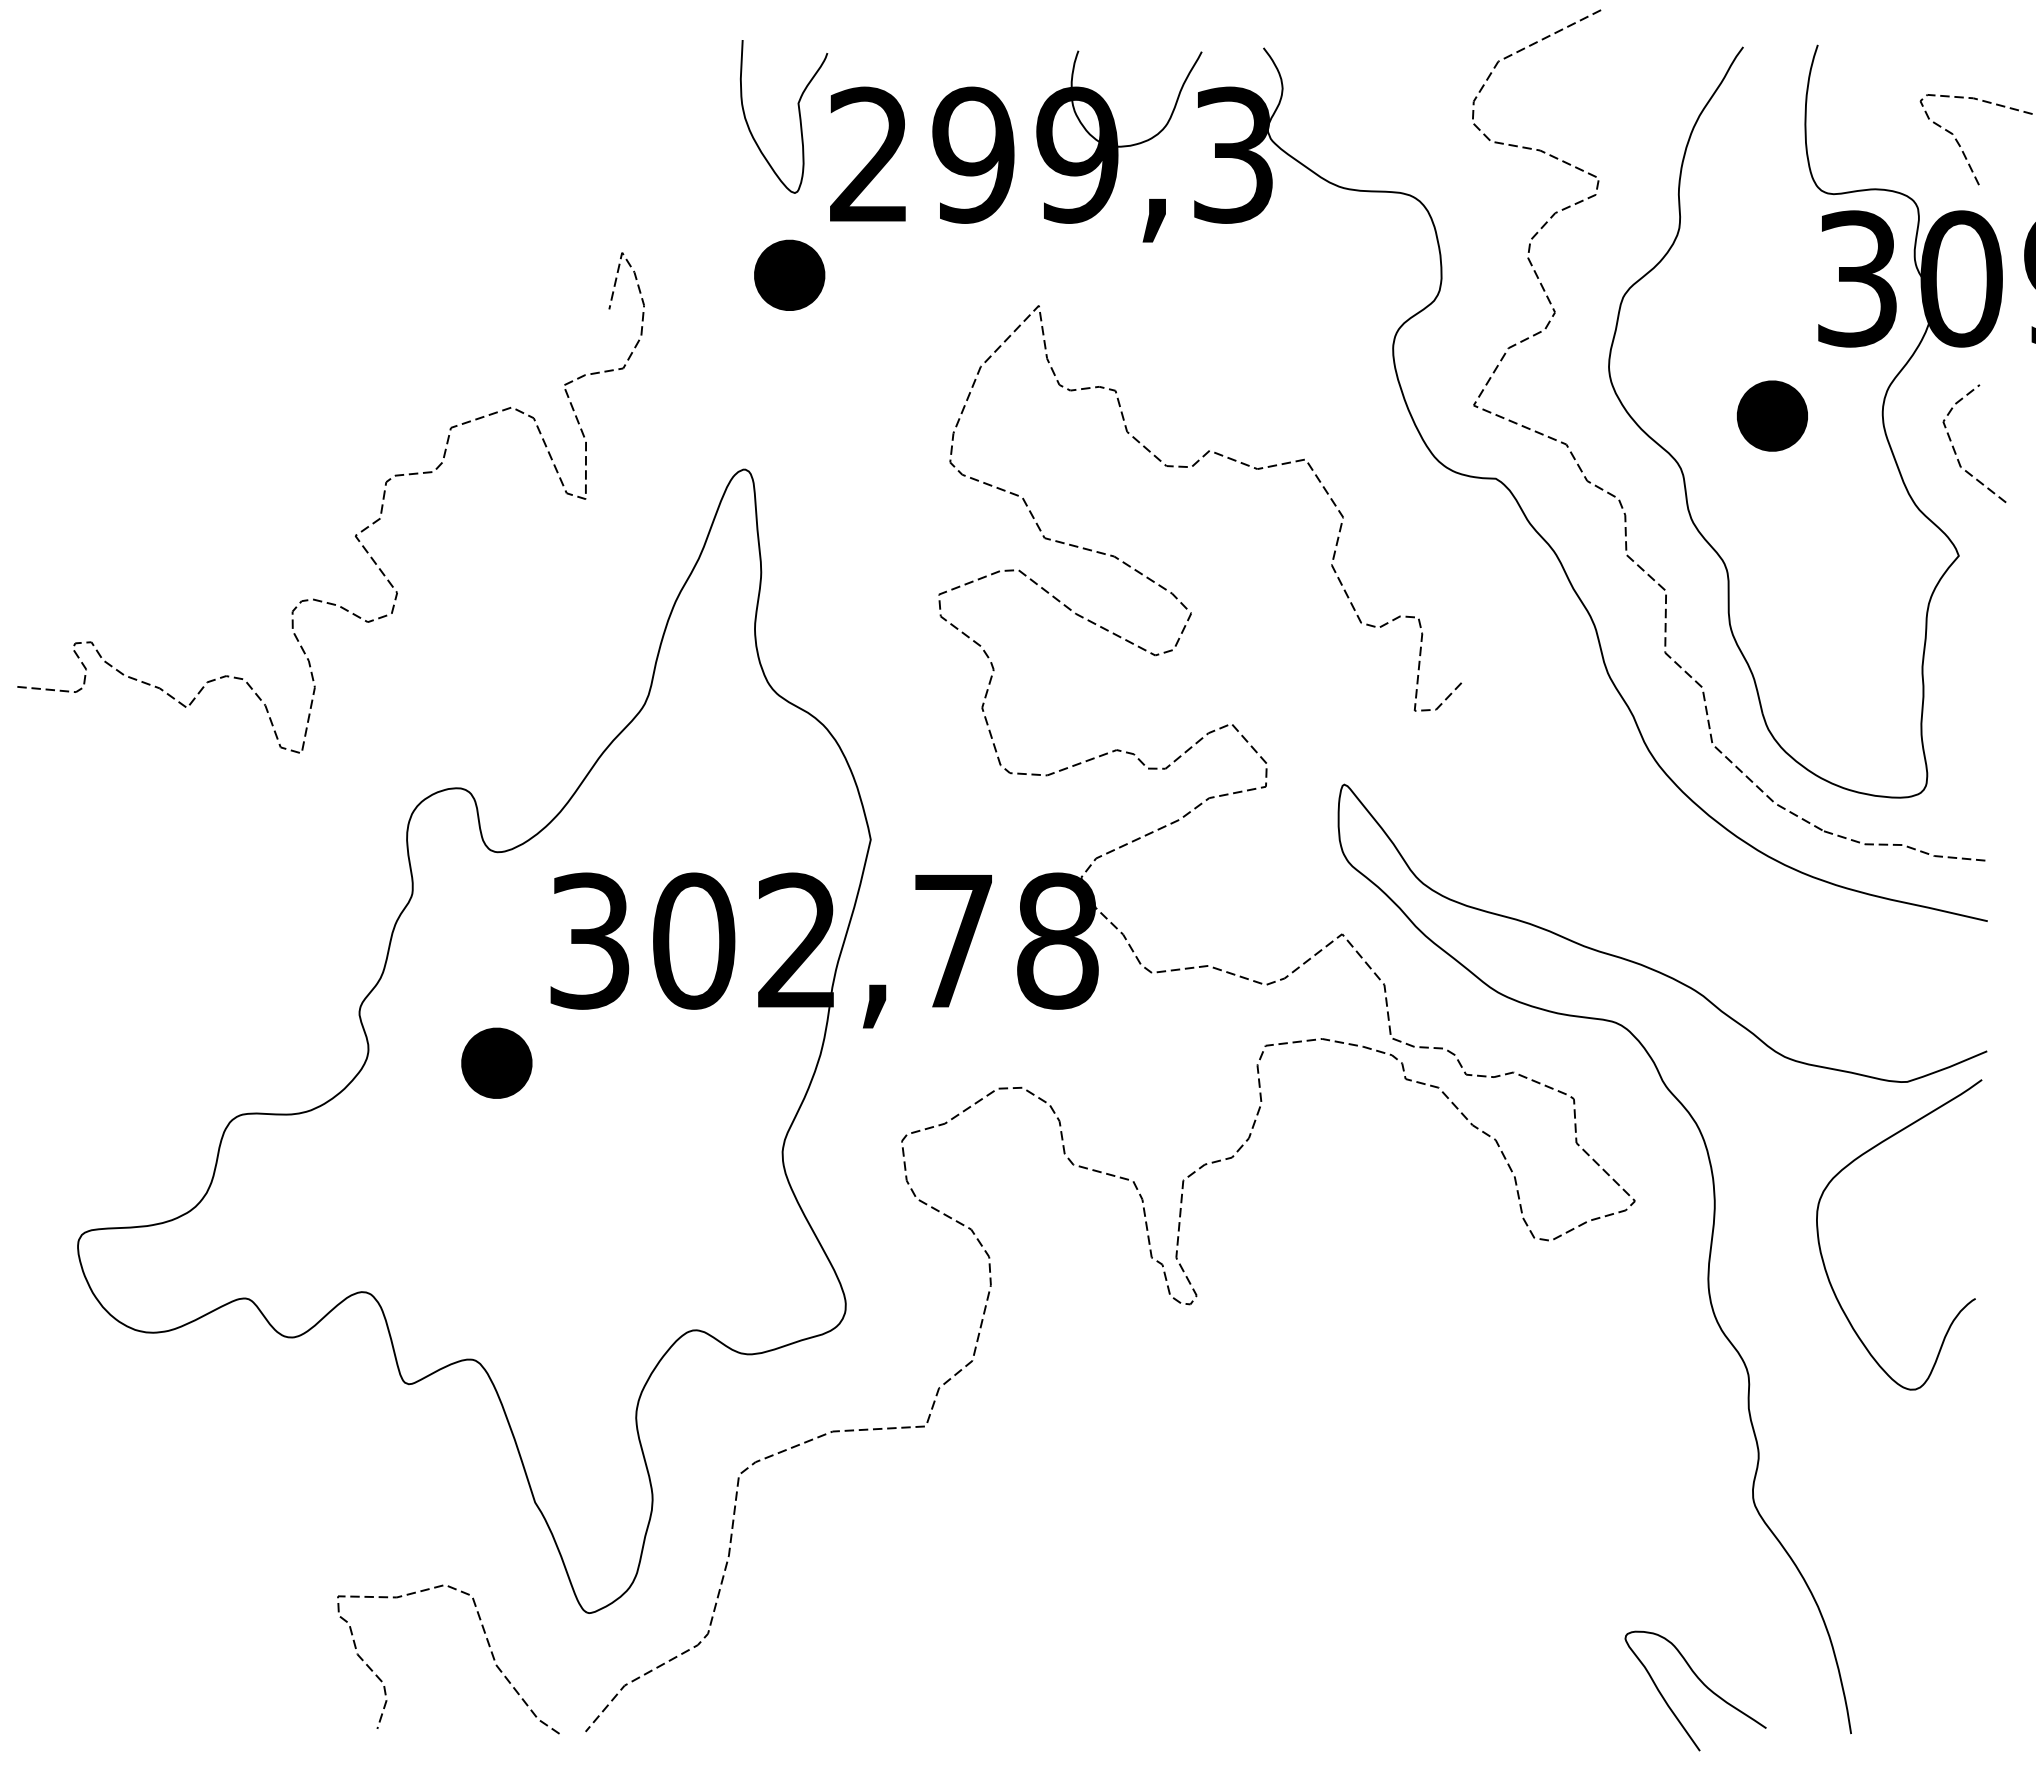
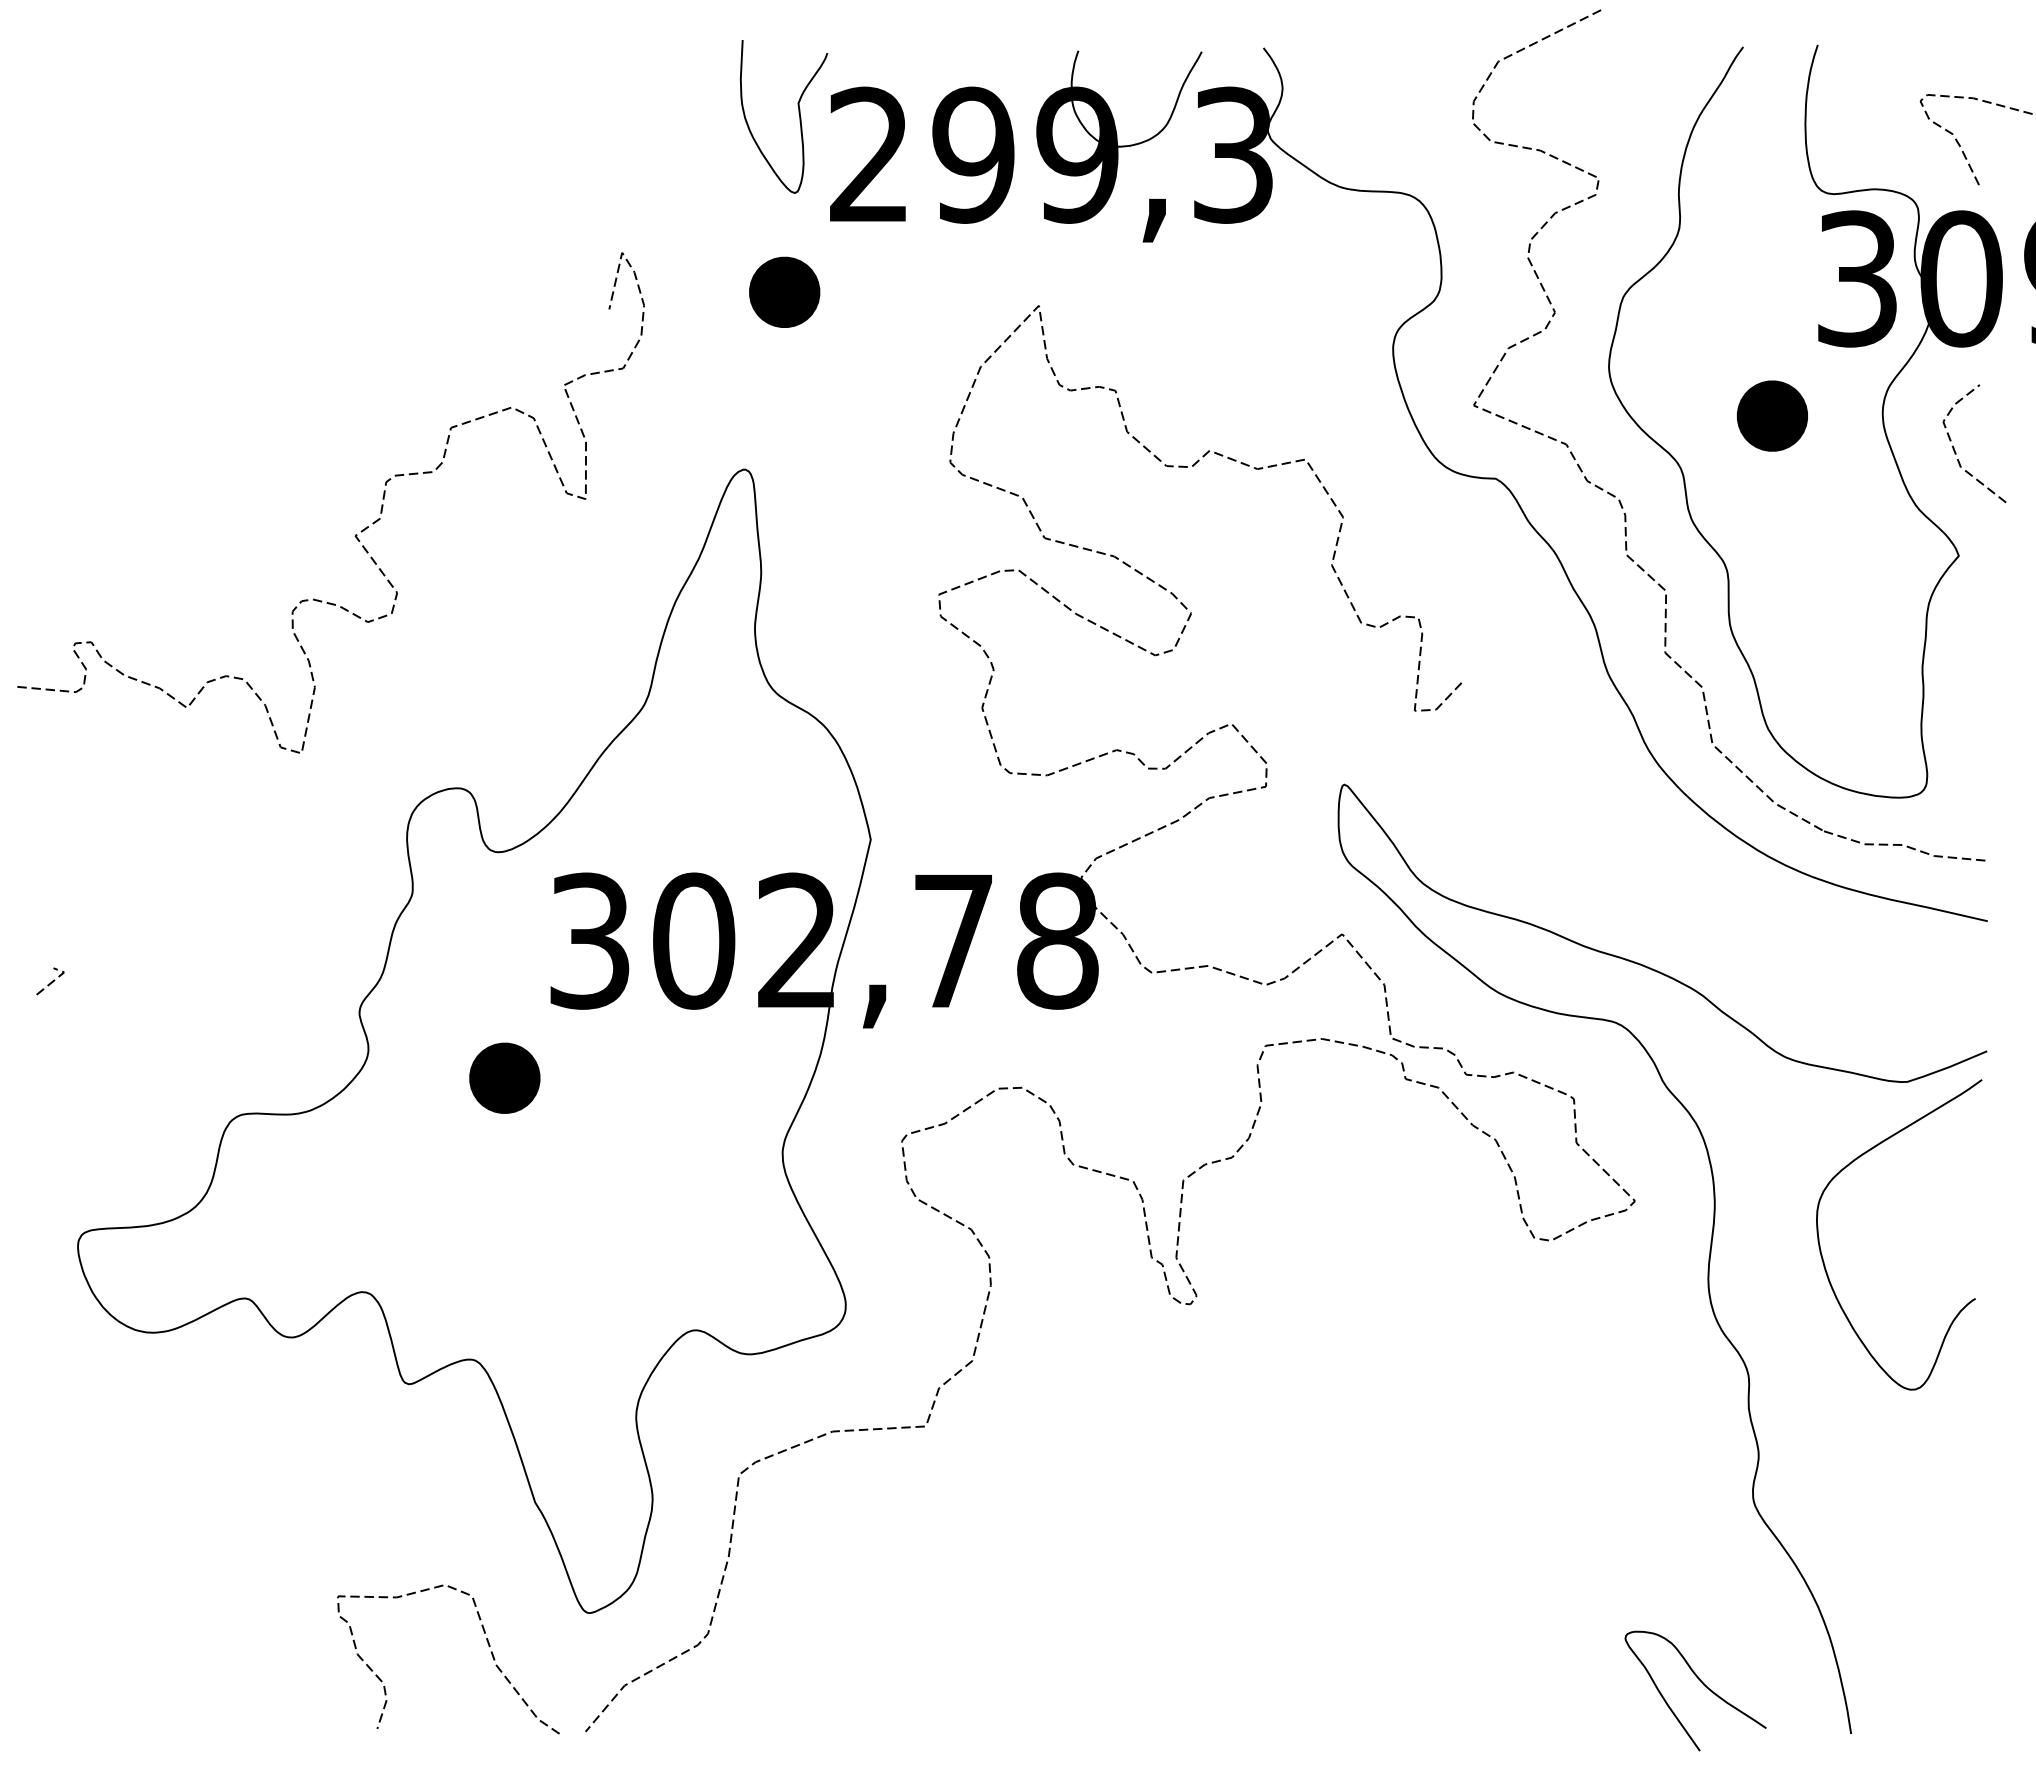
part at (789, 274) position: (789, 274) -> (784, 291)
line at (51, 981): none -> present
part at (496, 1062) position: (496, 1062) -> (504, 1077)
